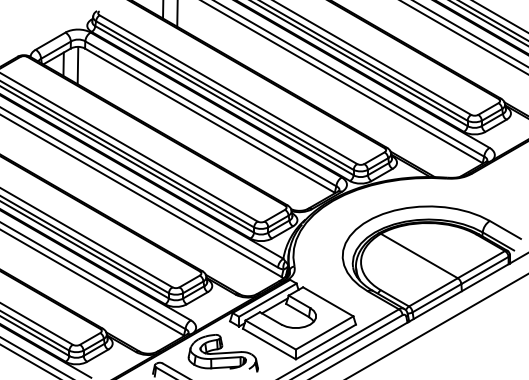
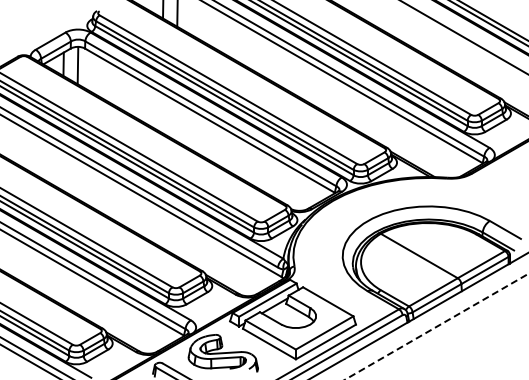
line at (500, 16): present -> none
line at (470, 33): present -> none
line at (437, 326): solid -> dashed
